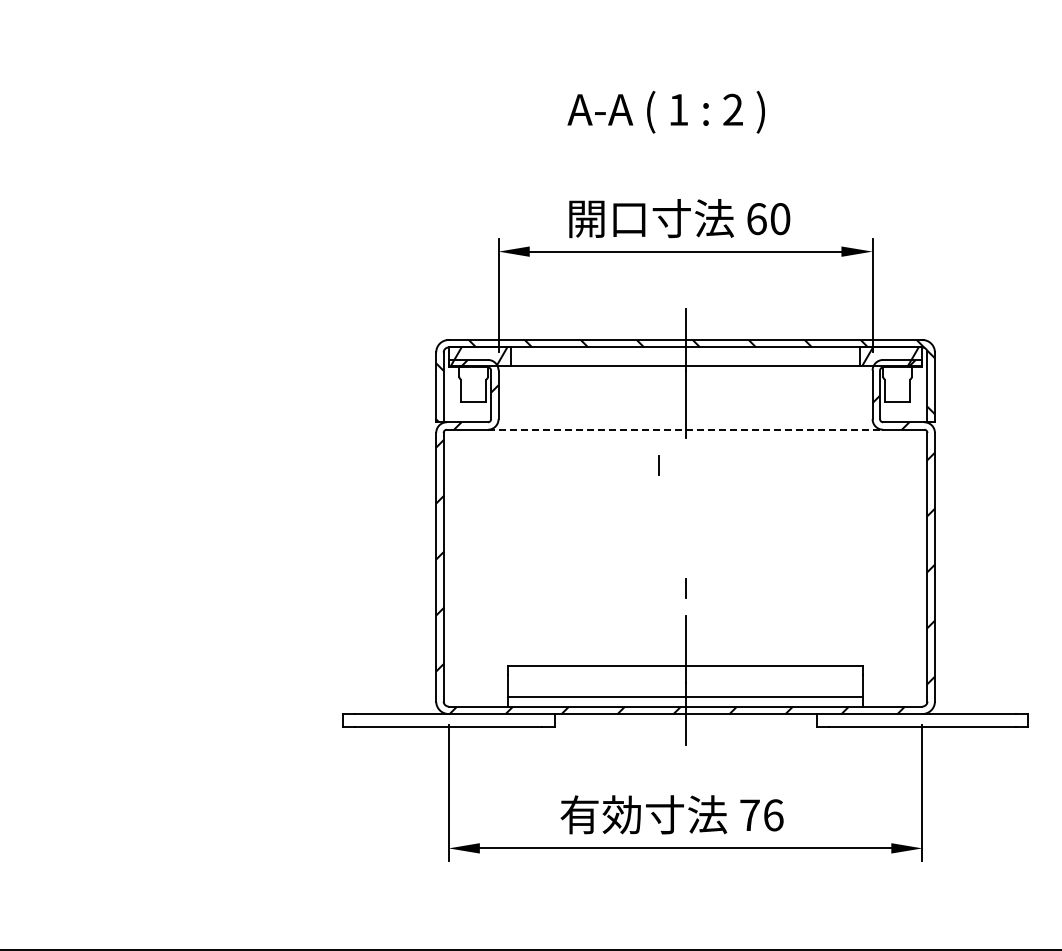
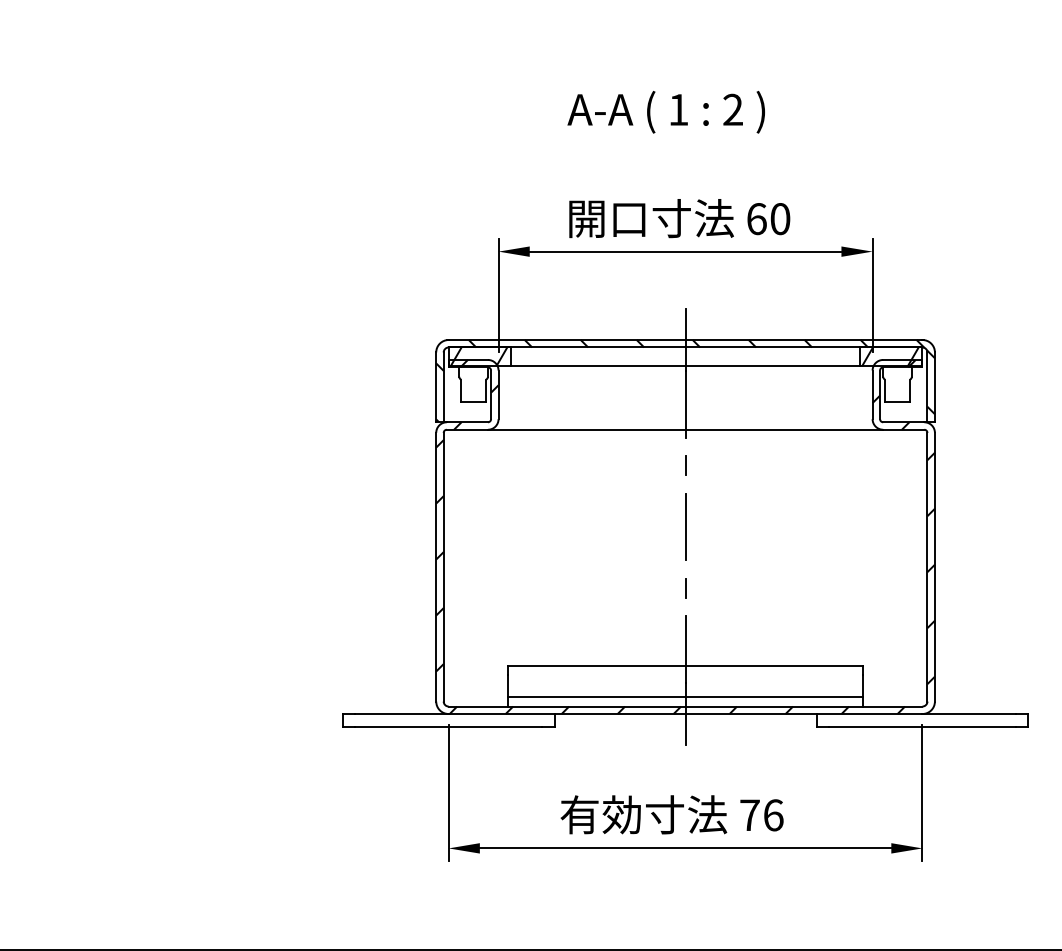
line at (685, 429): dashed -> solid
line at (658, 465) position: (658, 465) -> (685, 465)
line at (685, 526): none -> present
